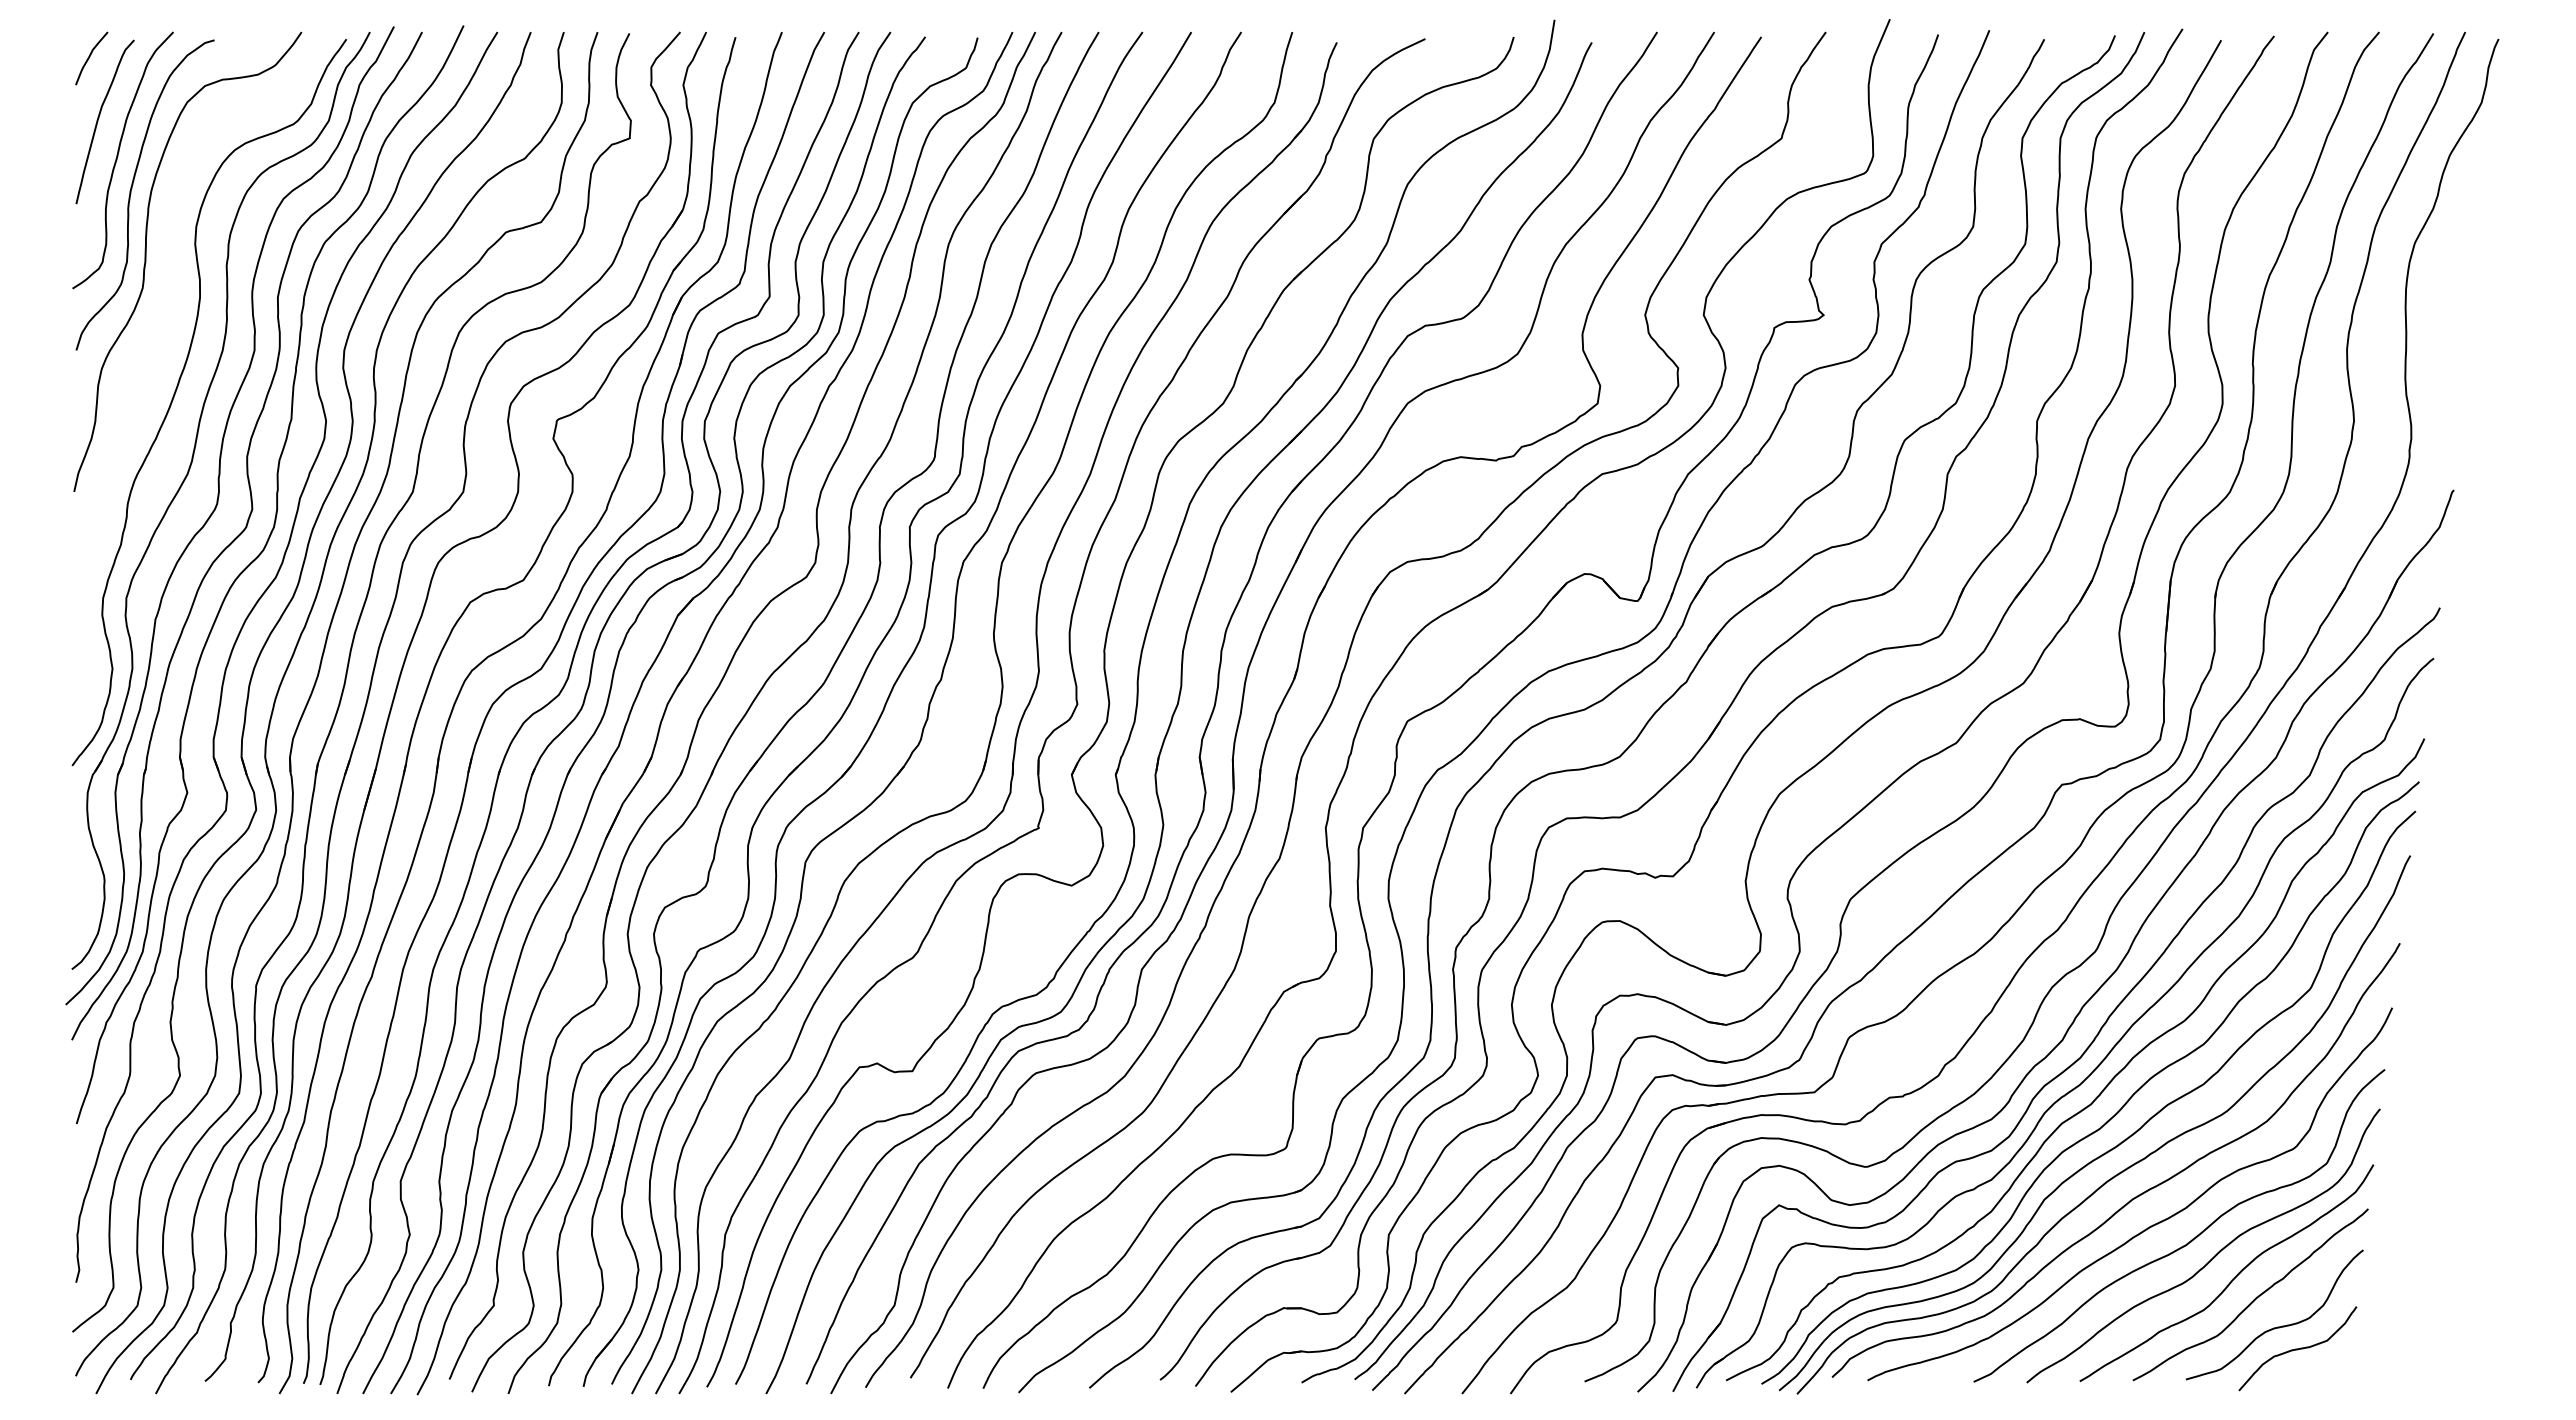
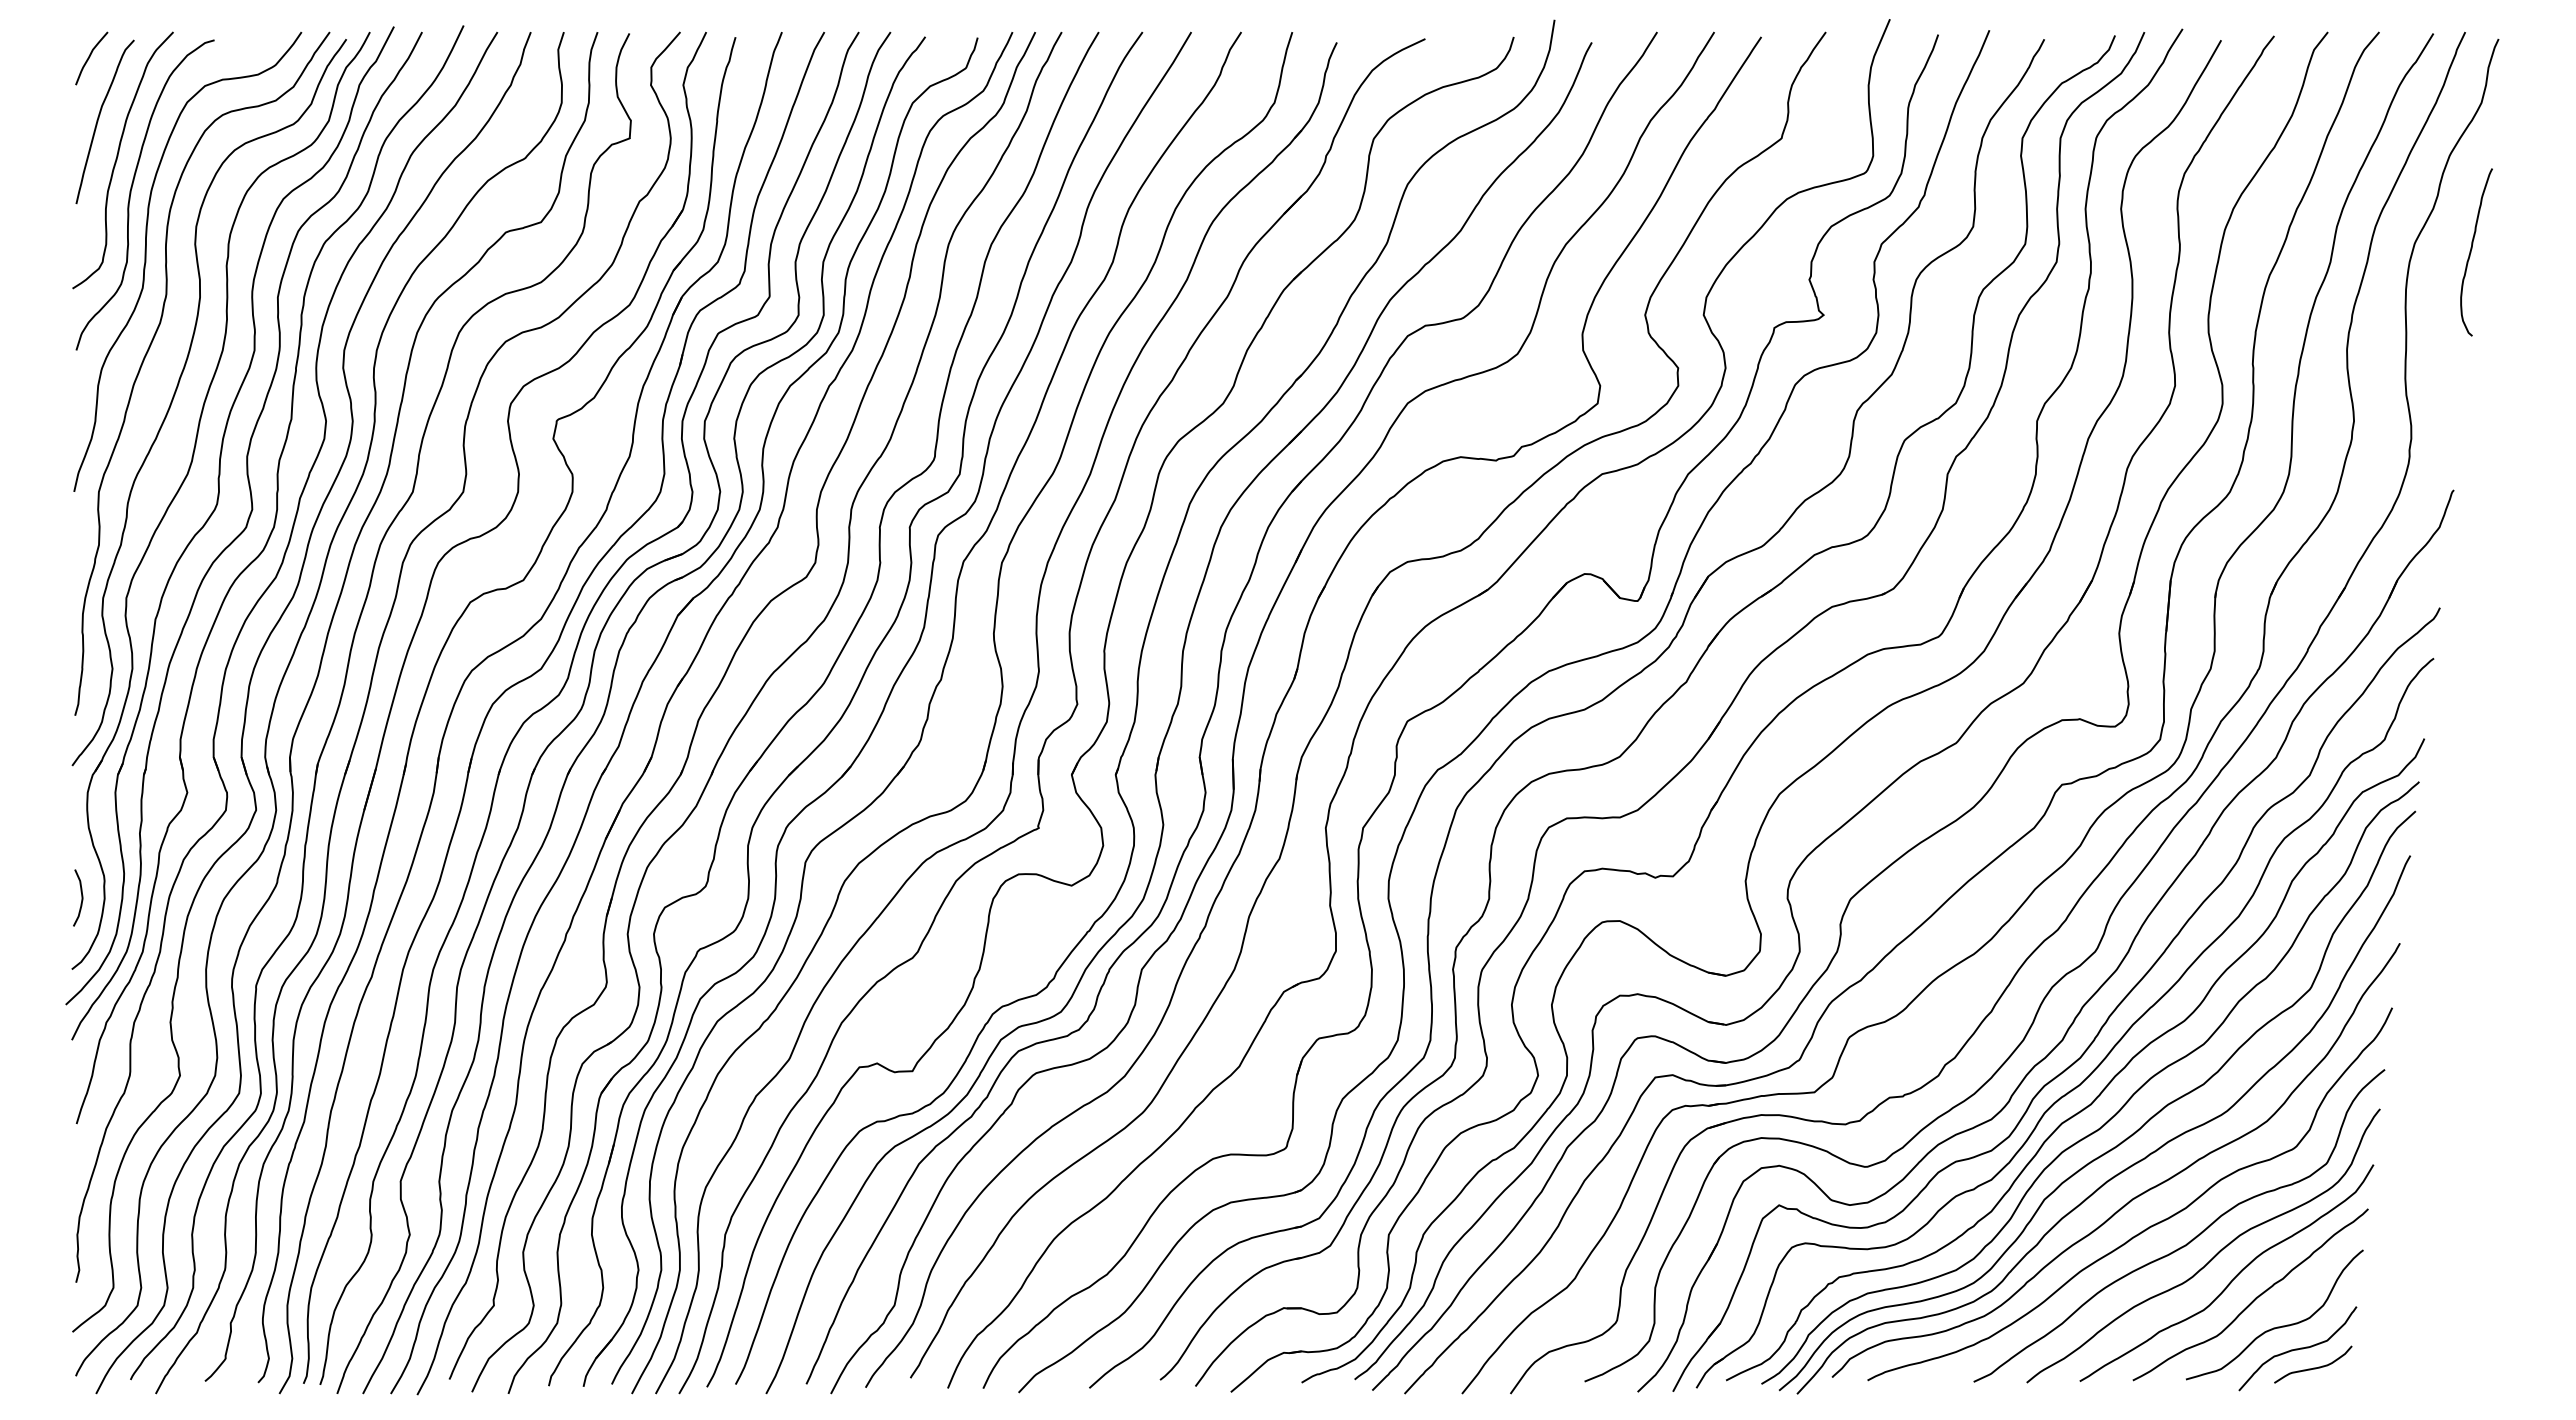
curve at (2472, 249): none -> present
curve at (148, 352): none -> present
curve at (81, 897): none -> present
curve at (2313, 1367): none -> present
